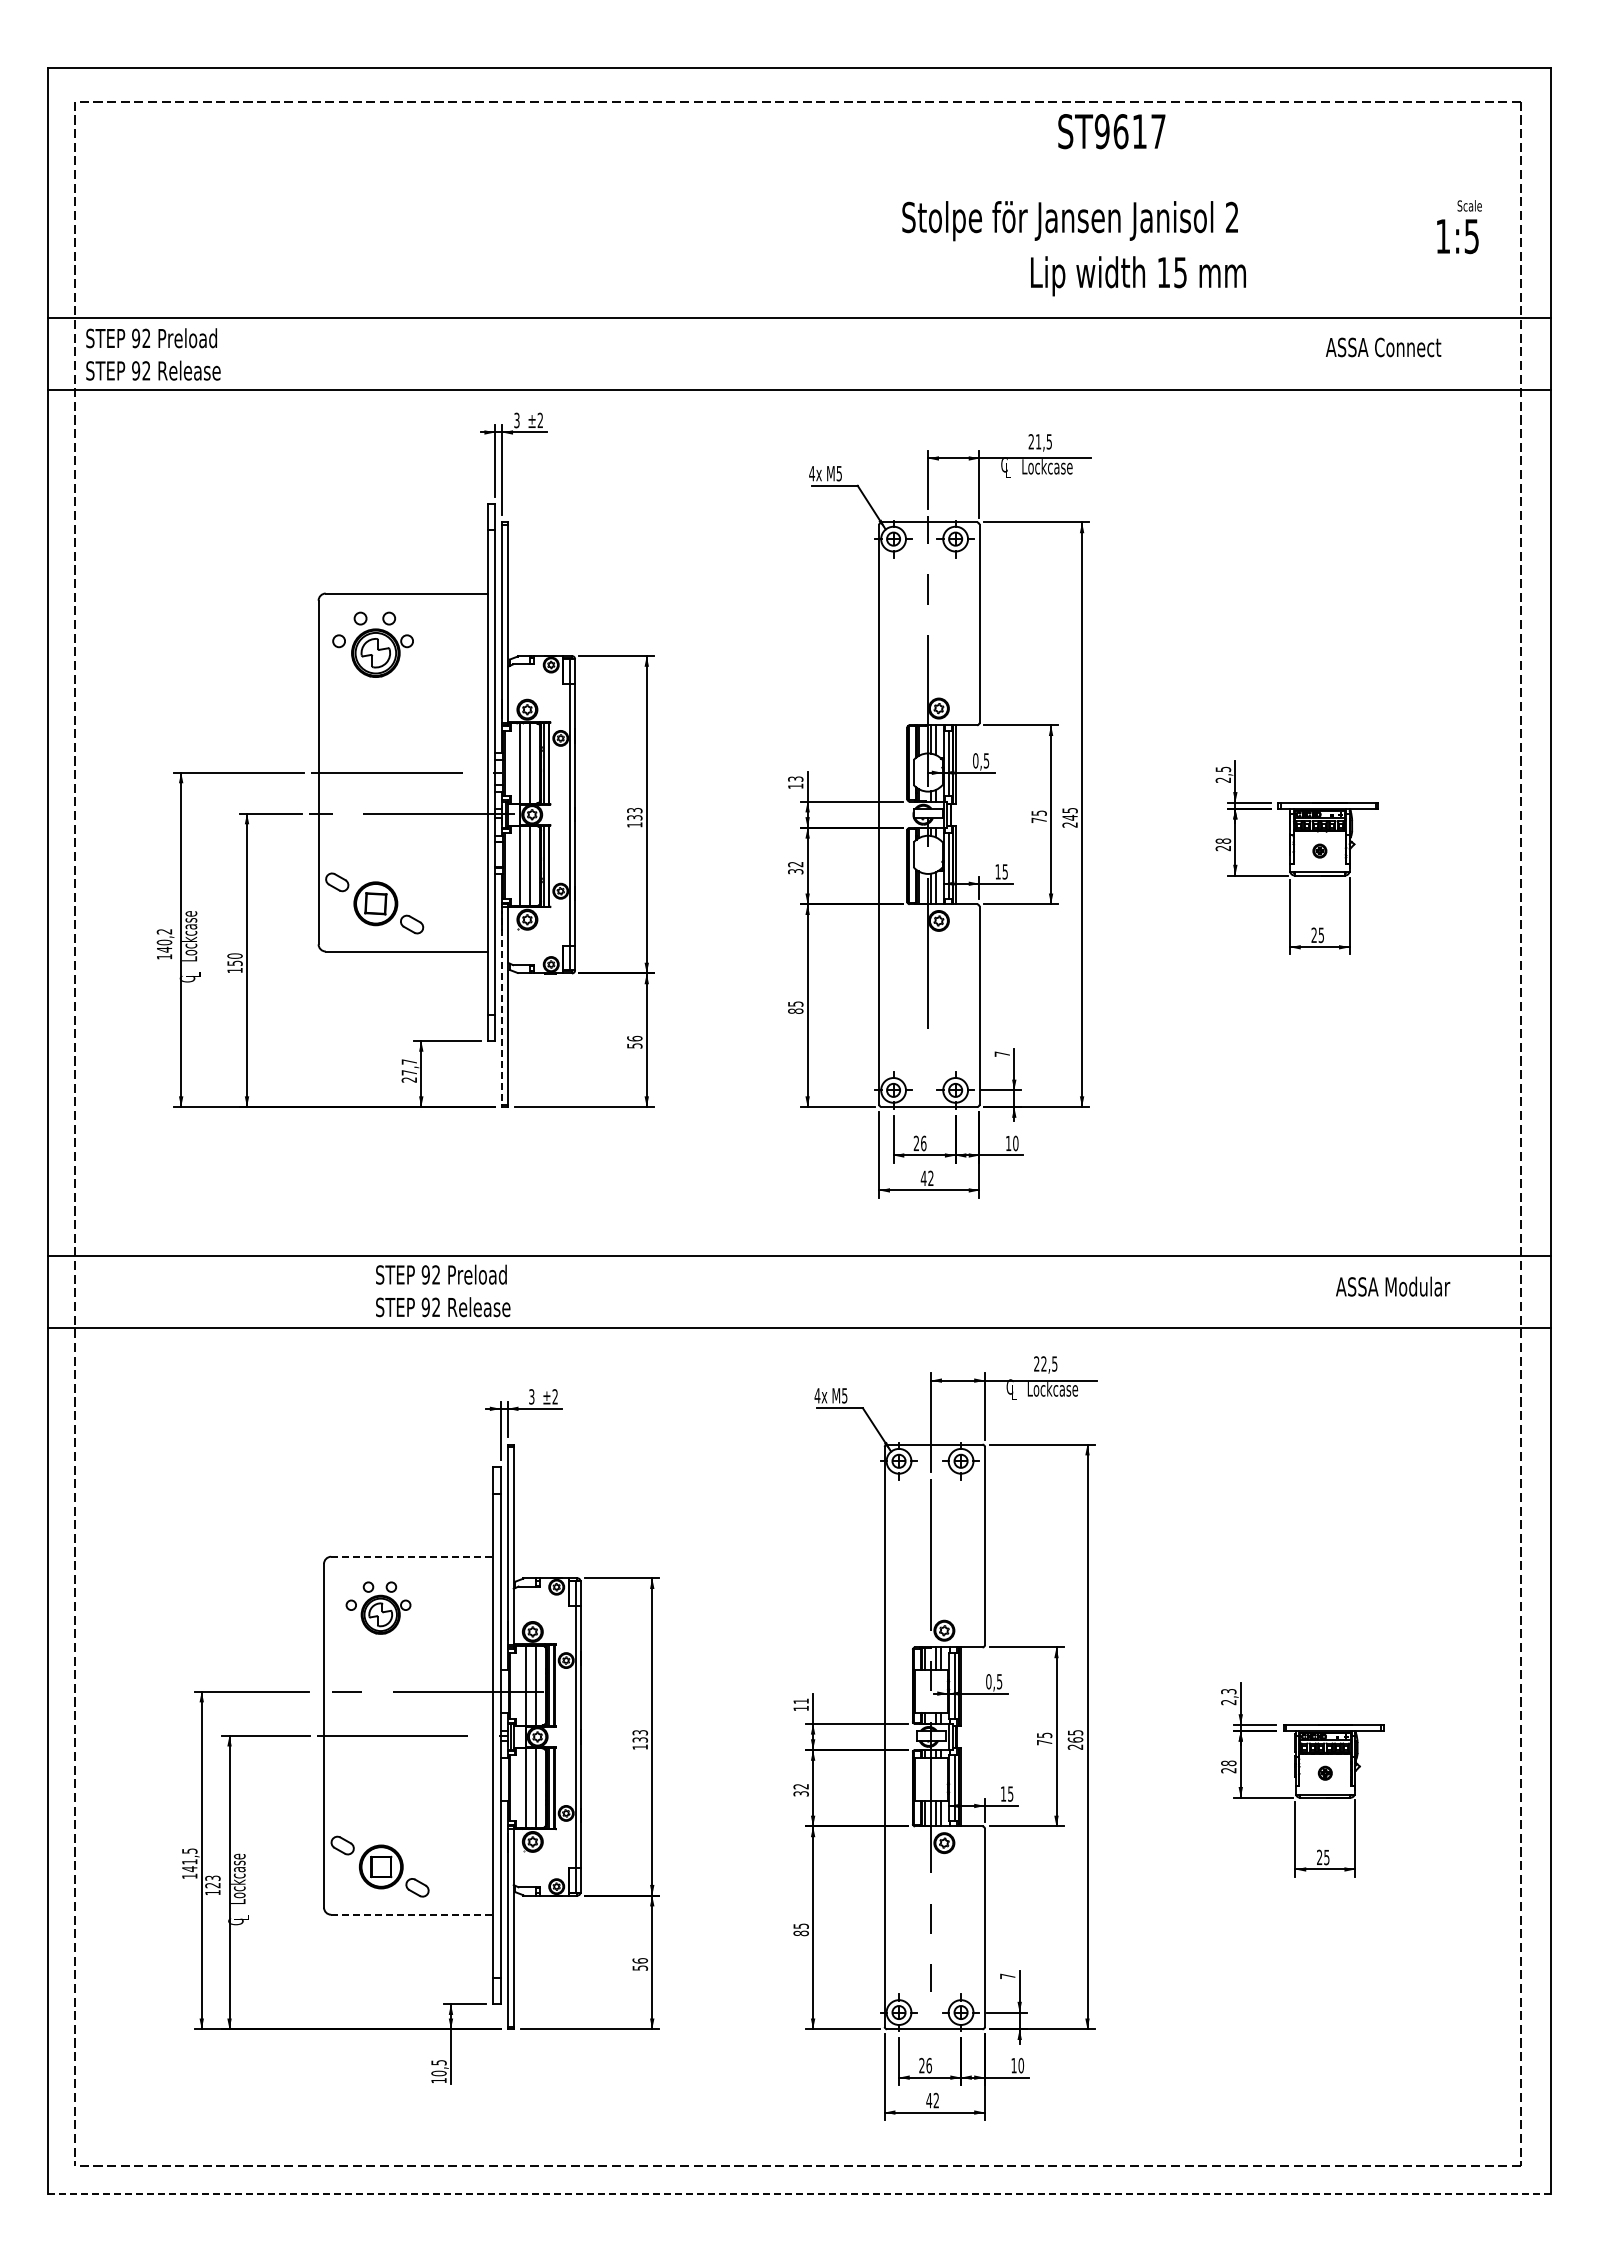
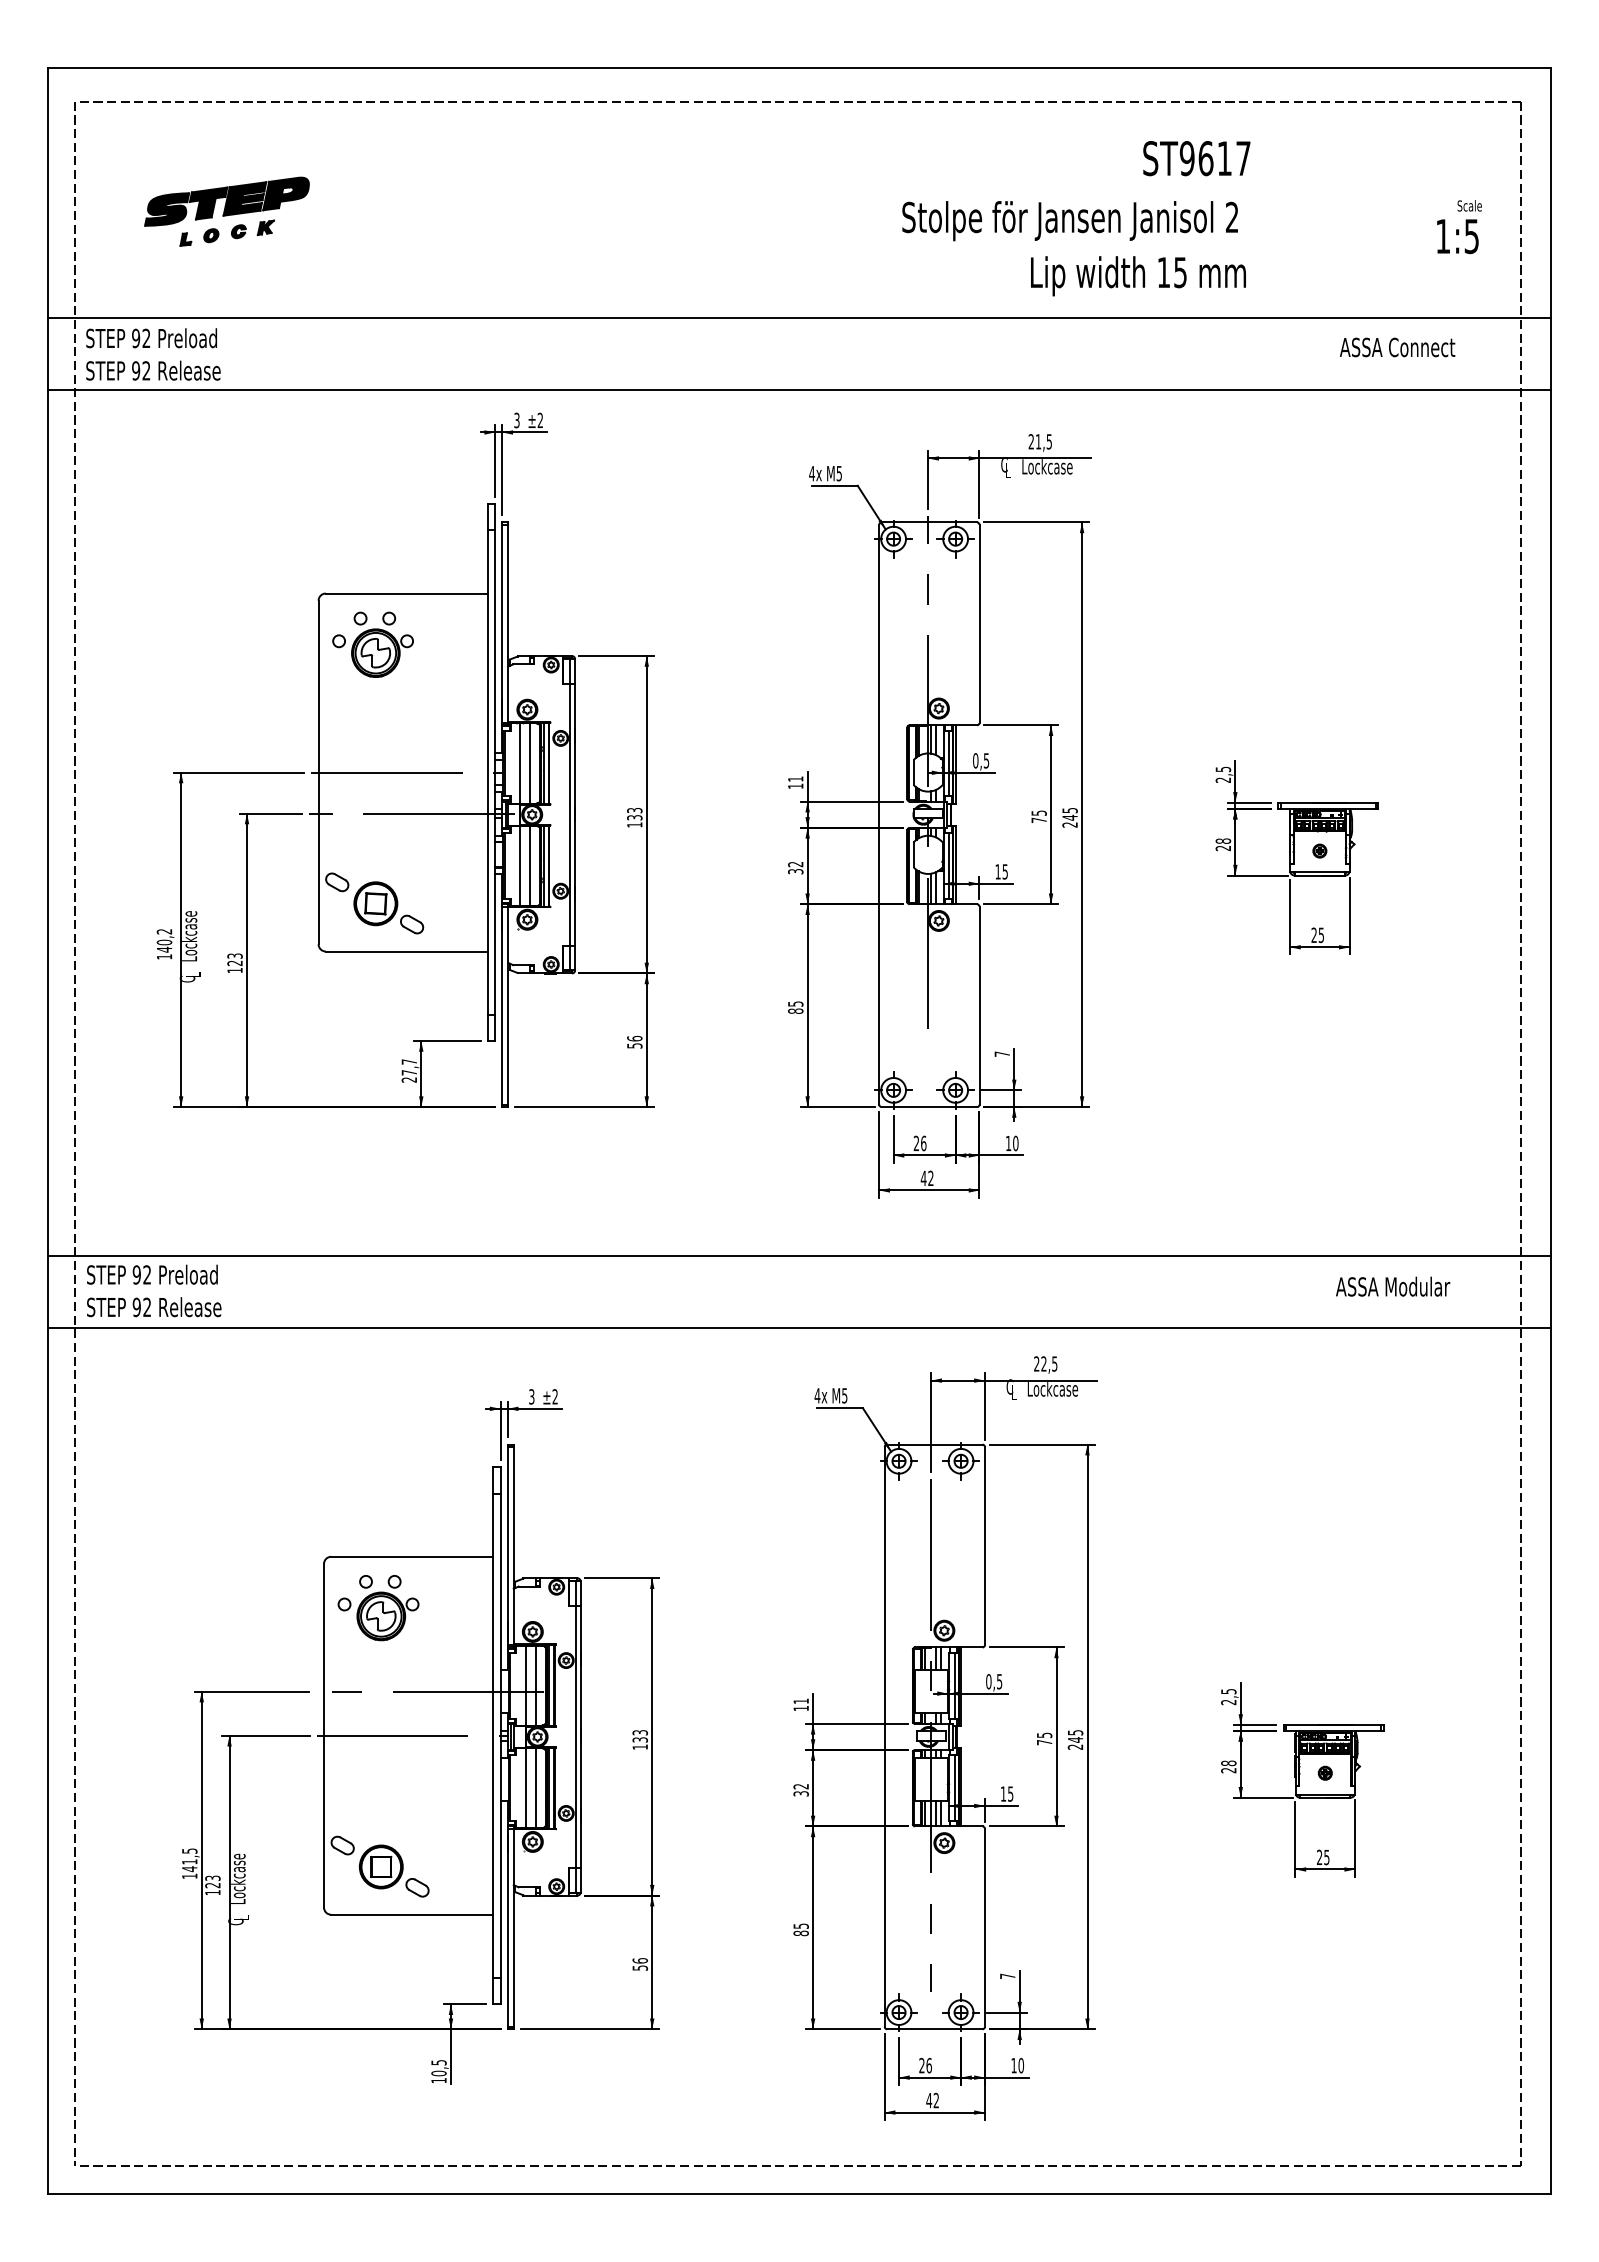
text at (1111, 131) position: (1111, 131) -> (1196, 158)
part at (226, 211): none -> present
text at (1383, 347) position: (1383, 347) -> (1397, 347)
text at (795, 778): 13 -> 11
text at (234, 959): 150 -> 123
line at (502, 1006): dashed -> solid
text at (443, 1290) position: (443, 1290) -> (154, 1290)
line at (412, 1556): dashed -> solid
part at (378, 1607) size: 67x54 px -> 83x67 px
text at (1228, 1691): 2,3 -> 2,5
text at (1075, 1739): 265 -> 245
line at (412, 1914): dashed -> solid
line at (799, 2194): dashed -> solid
